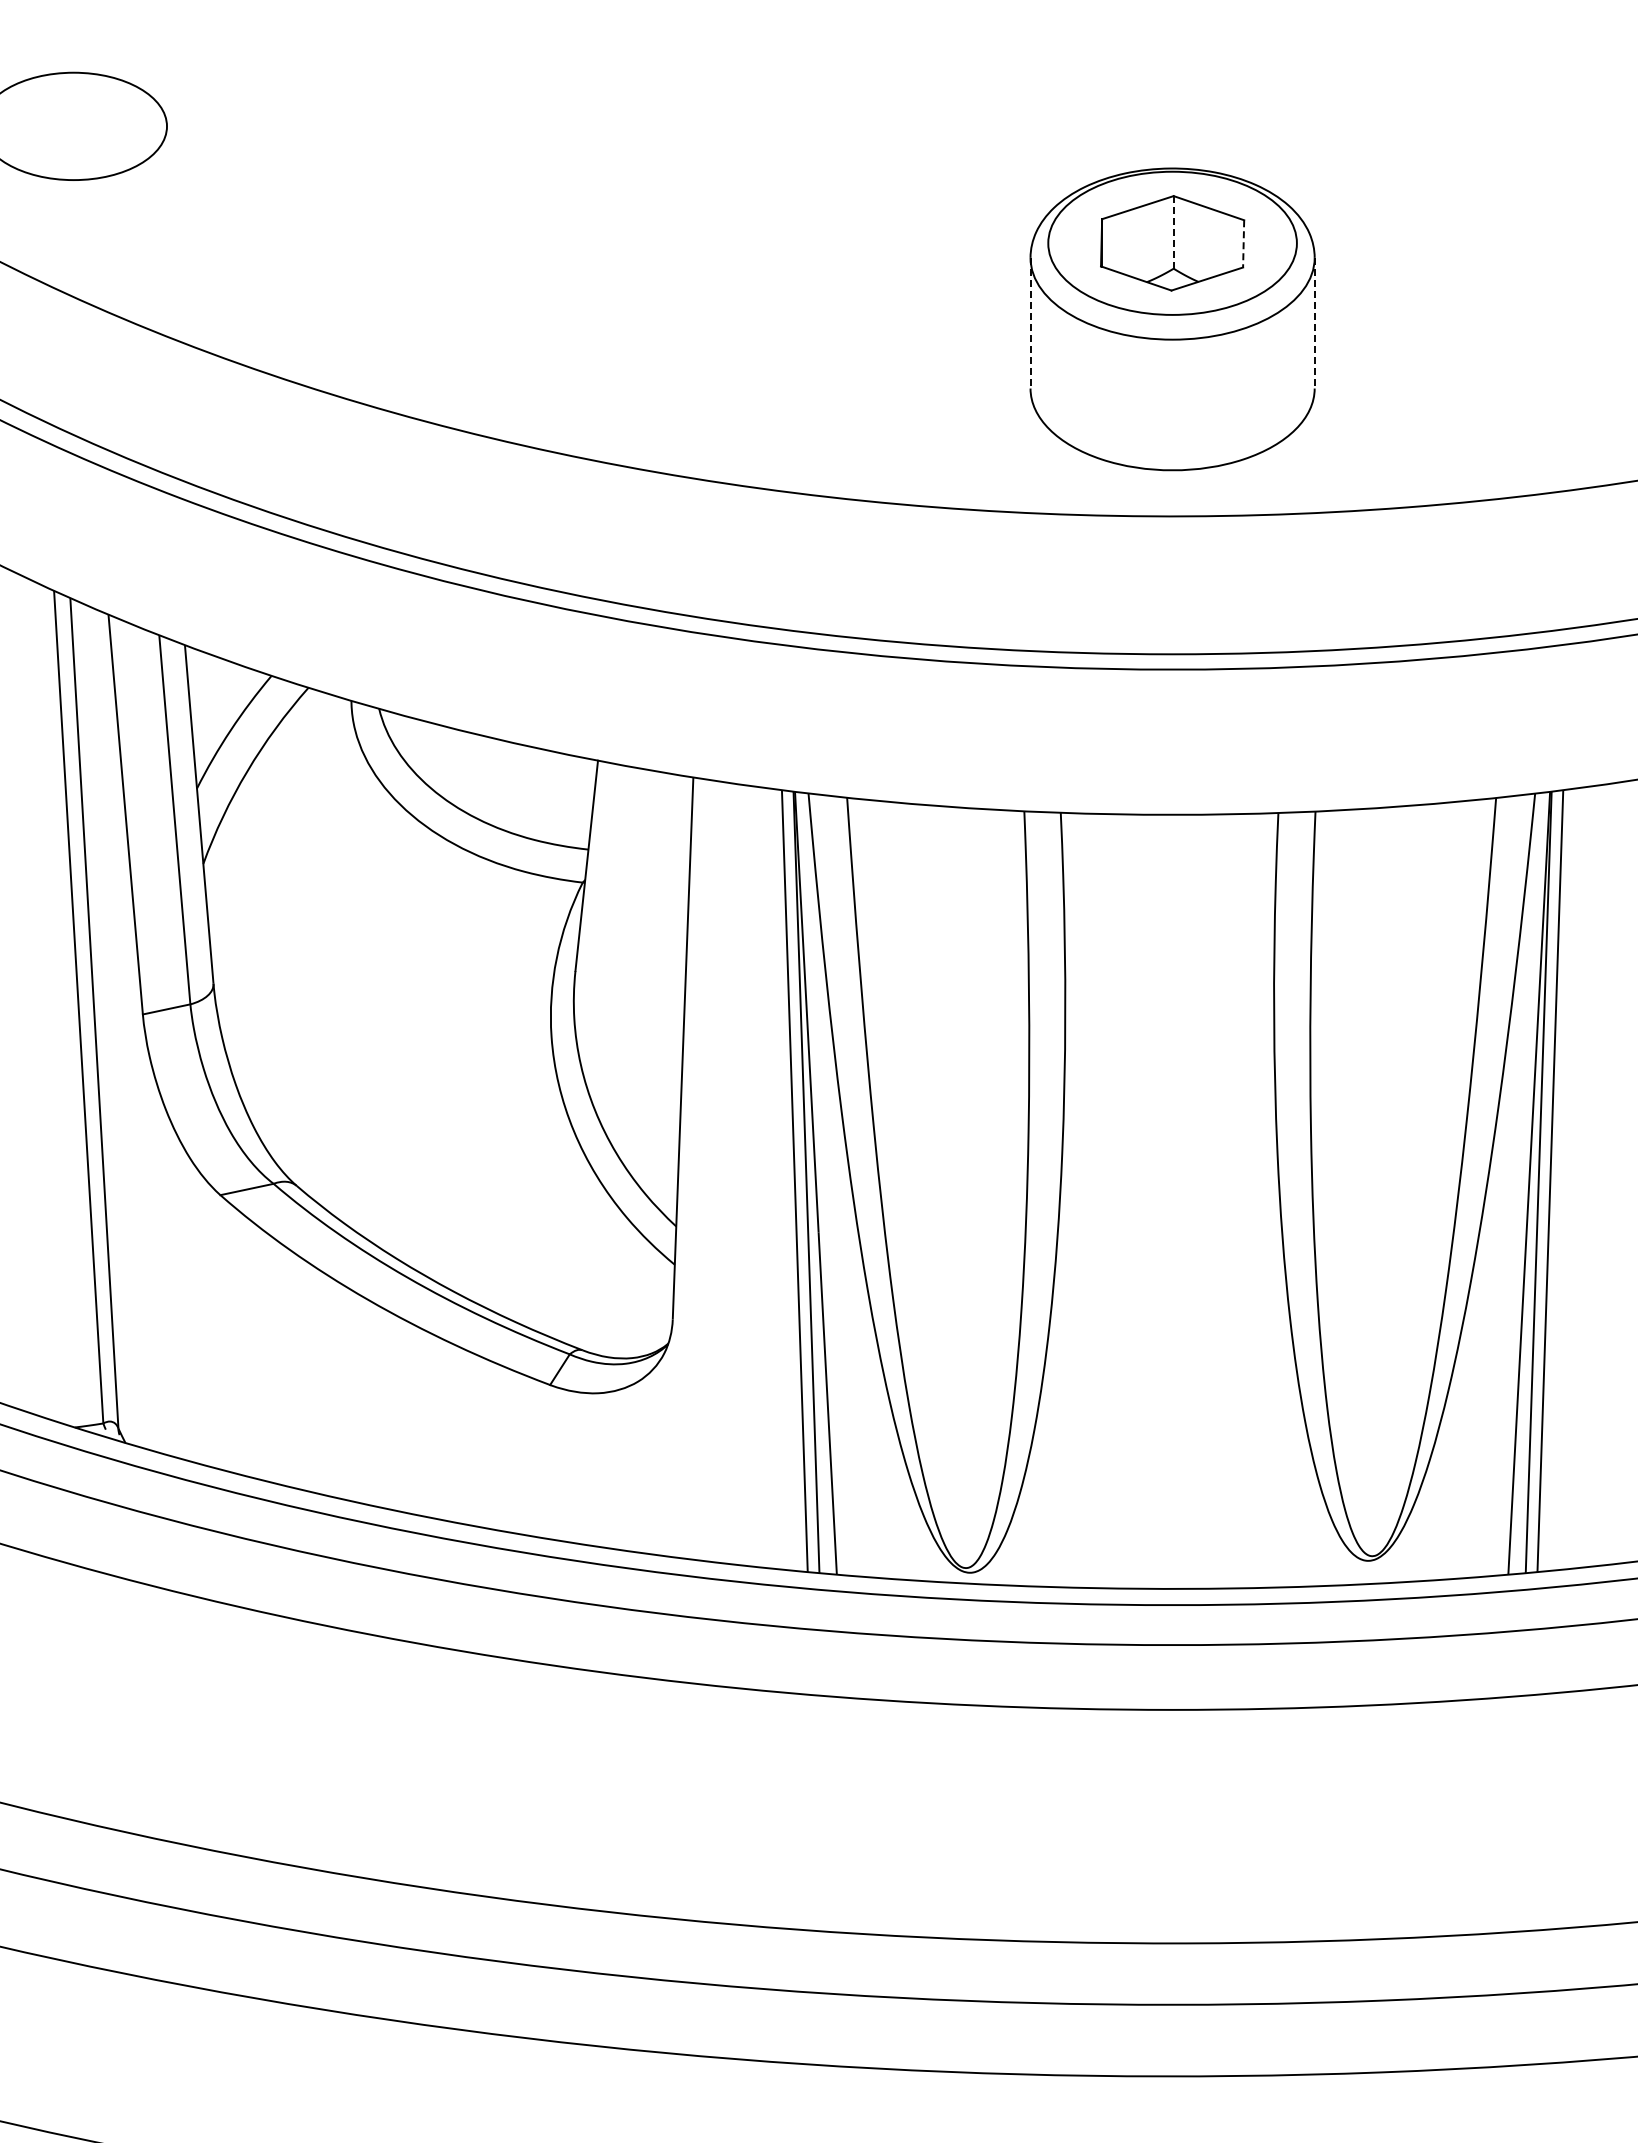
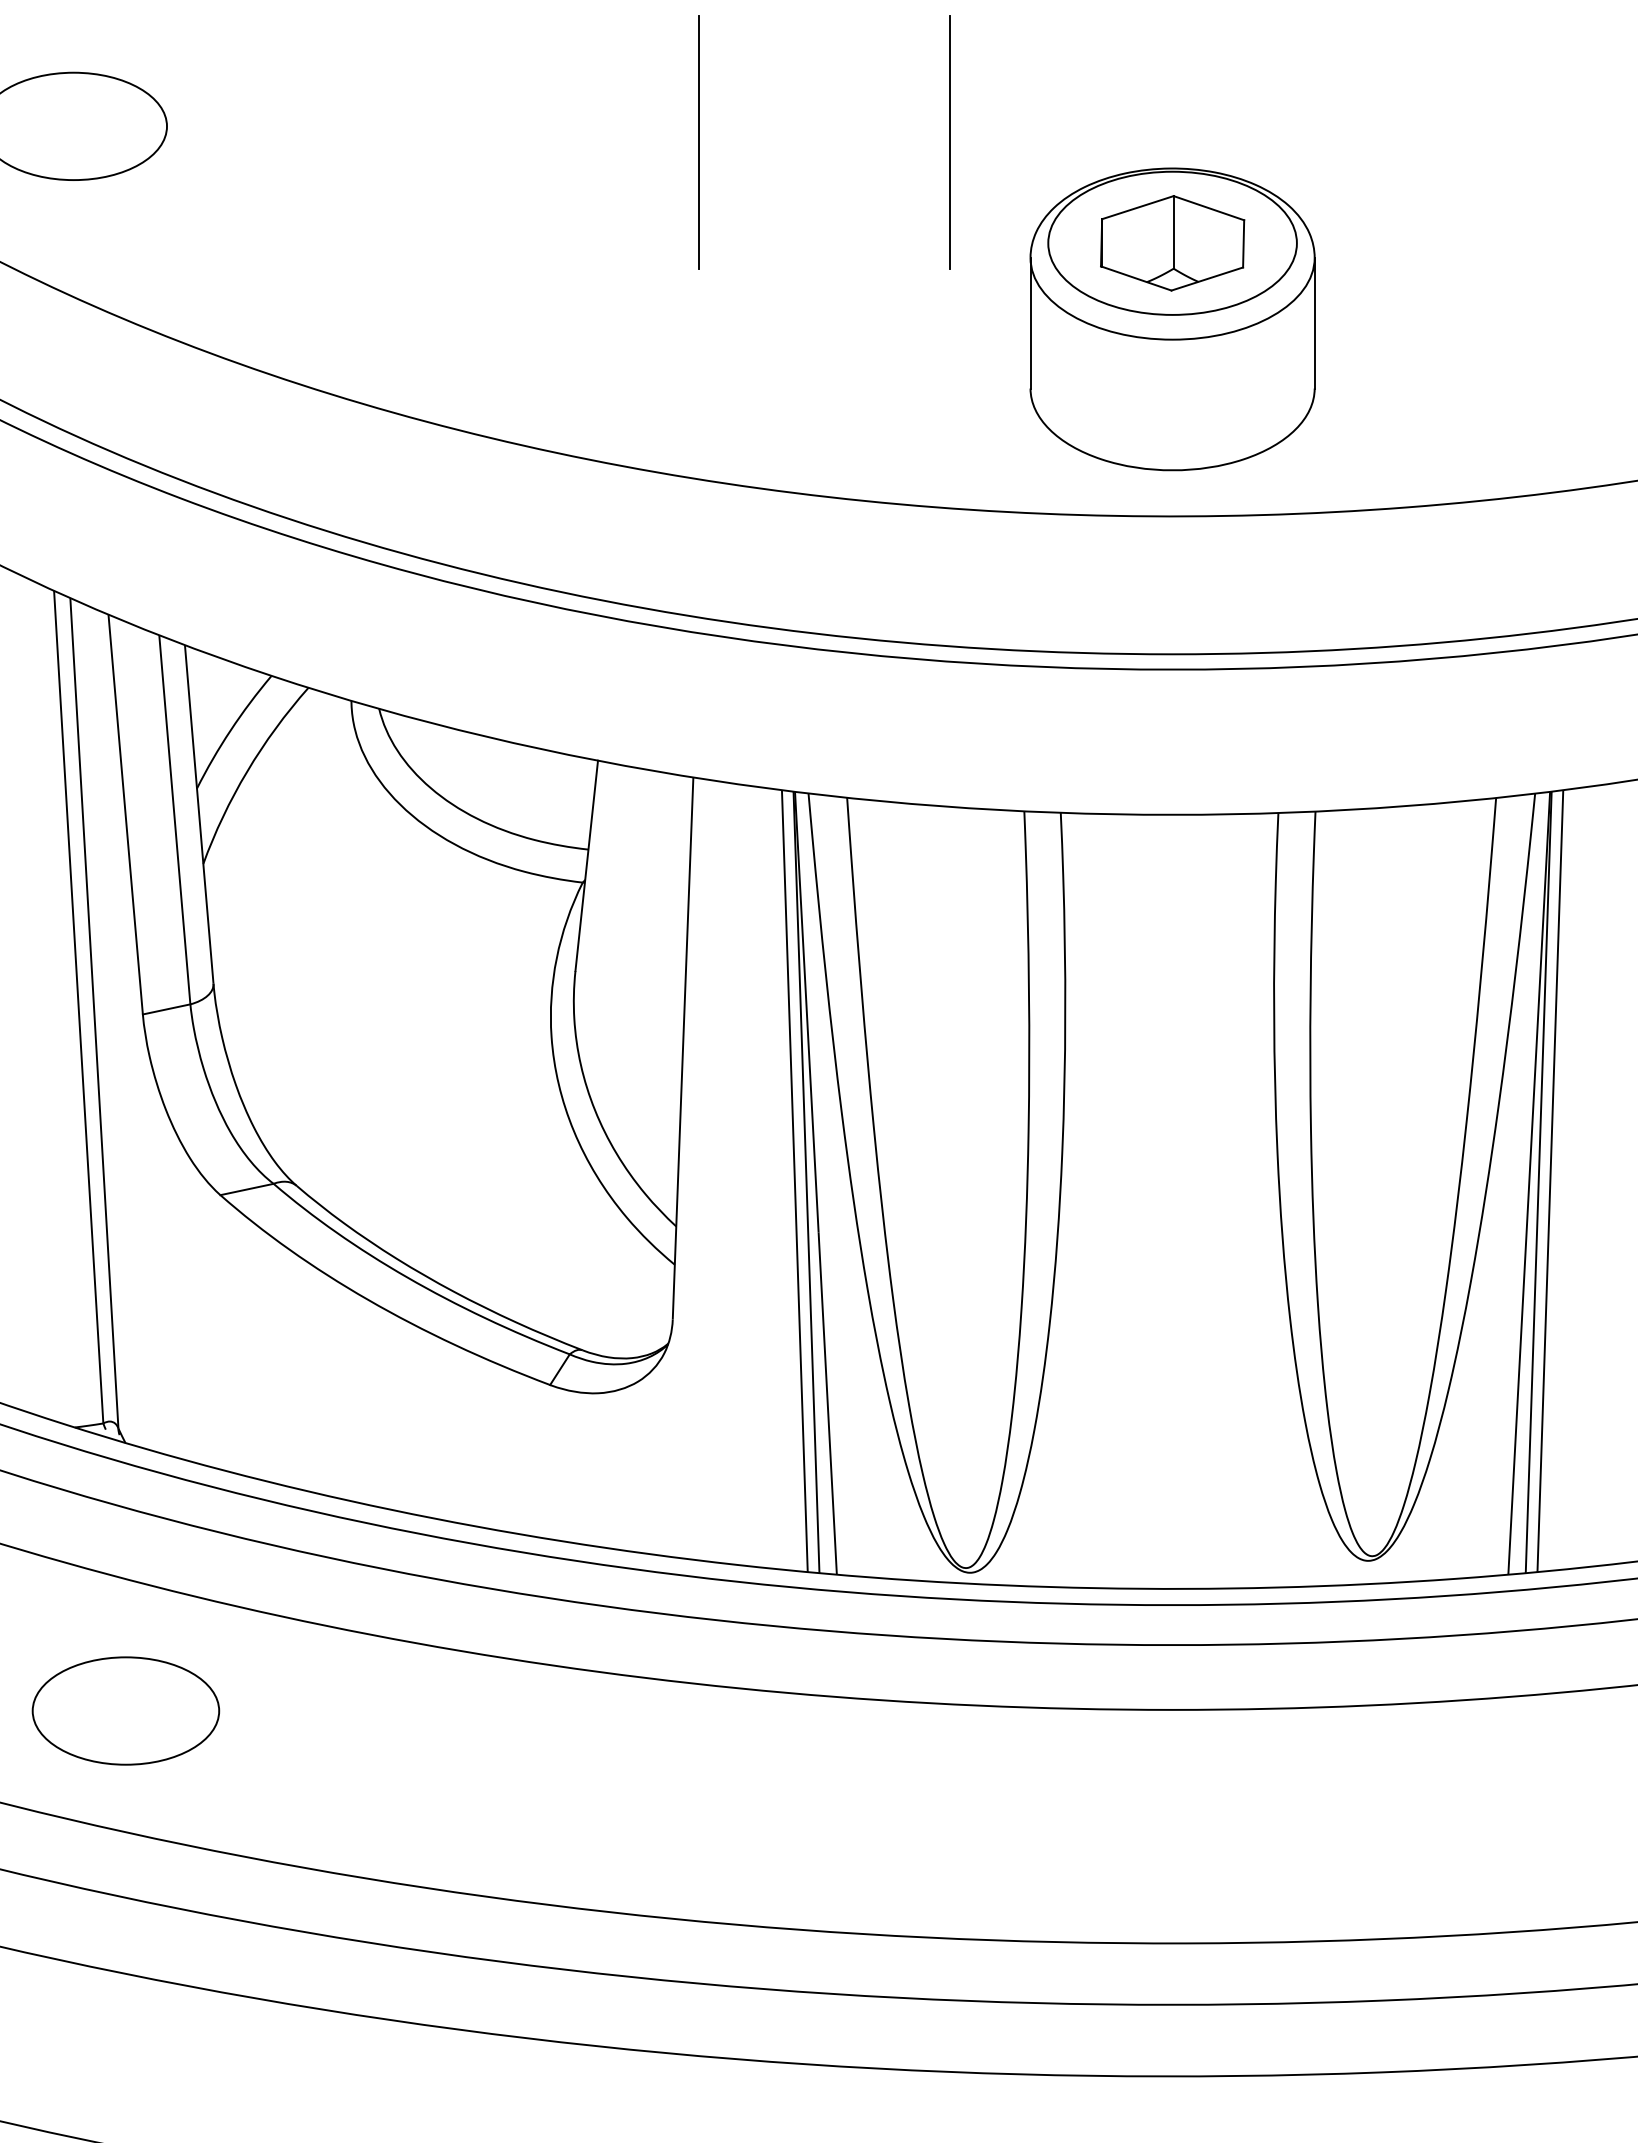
line at (698, 142): none -> present
line at (949, 142): none -> present
line at (1173, 232): dashed -> solid
line at (1243, 243): dashed -> solid
line at (1030, 323): dashed -> solid
line at (1314, 323): dashed -> solid
part at (125, 1710): none -> present
